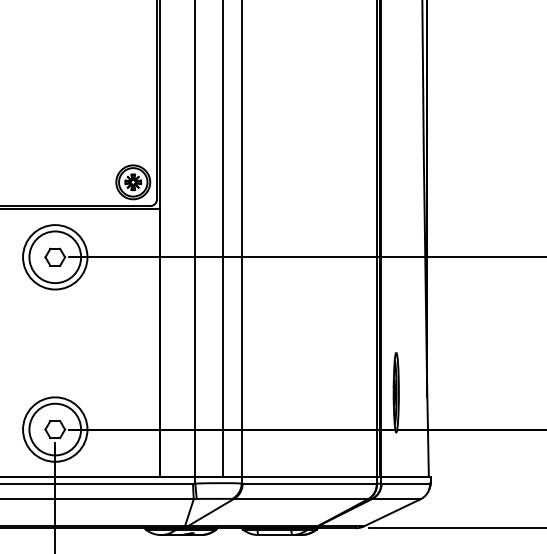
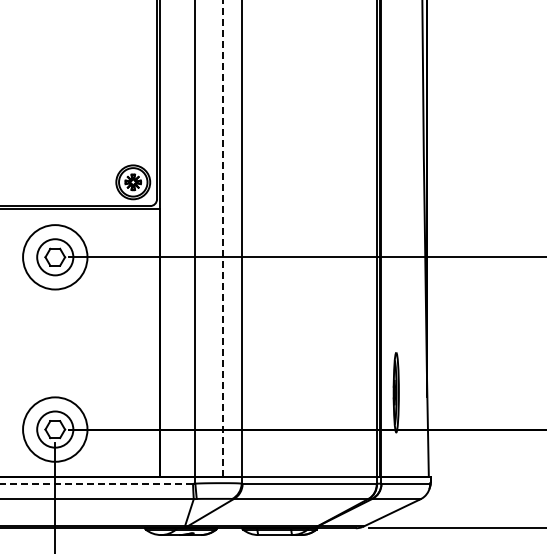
line at (222, 238): solid -> dashed
circle at (55, 257) diameter: 52 px -> 36 px
circle at (55, 429) diameter: 52 px -> 36 px
line at (96, 483): solid -> dashed
